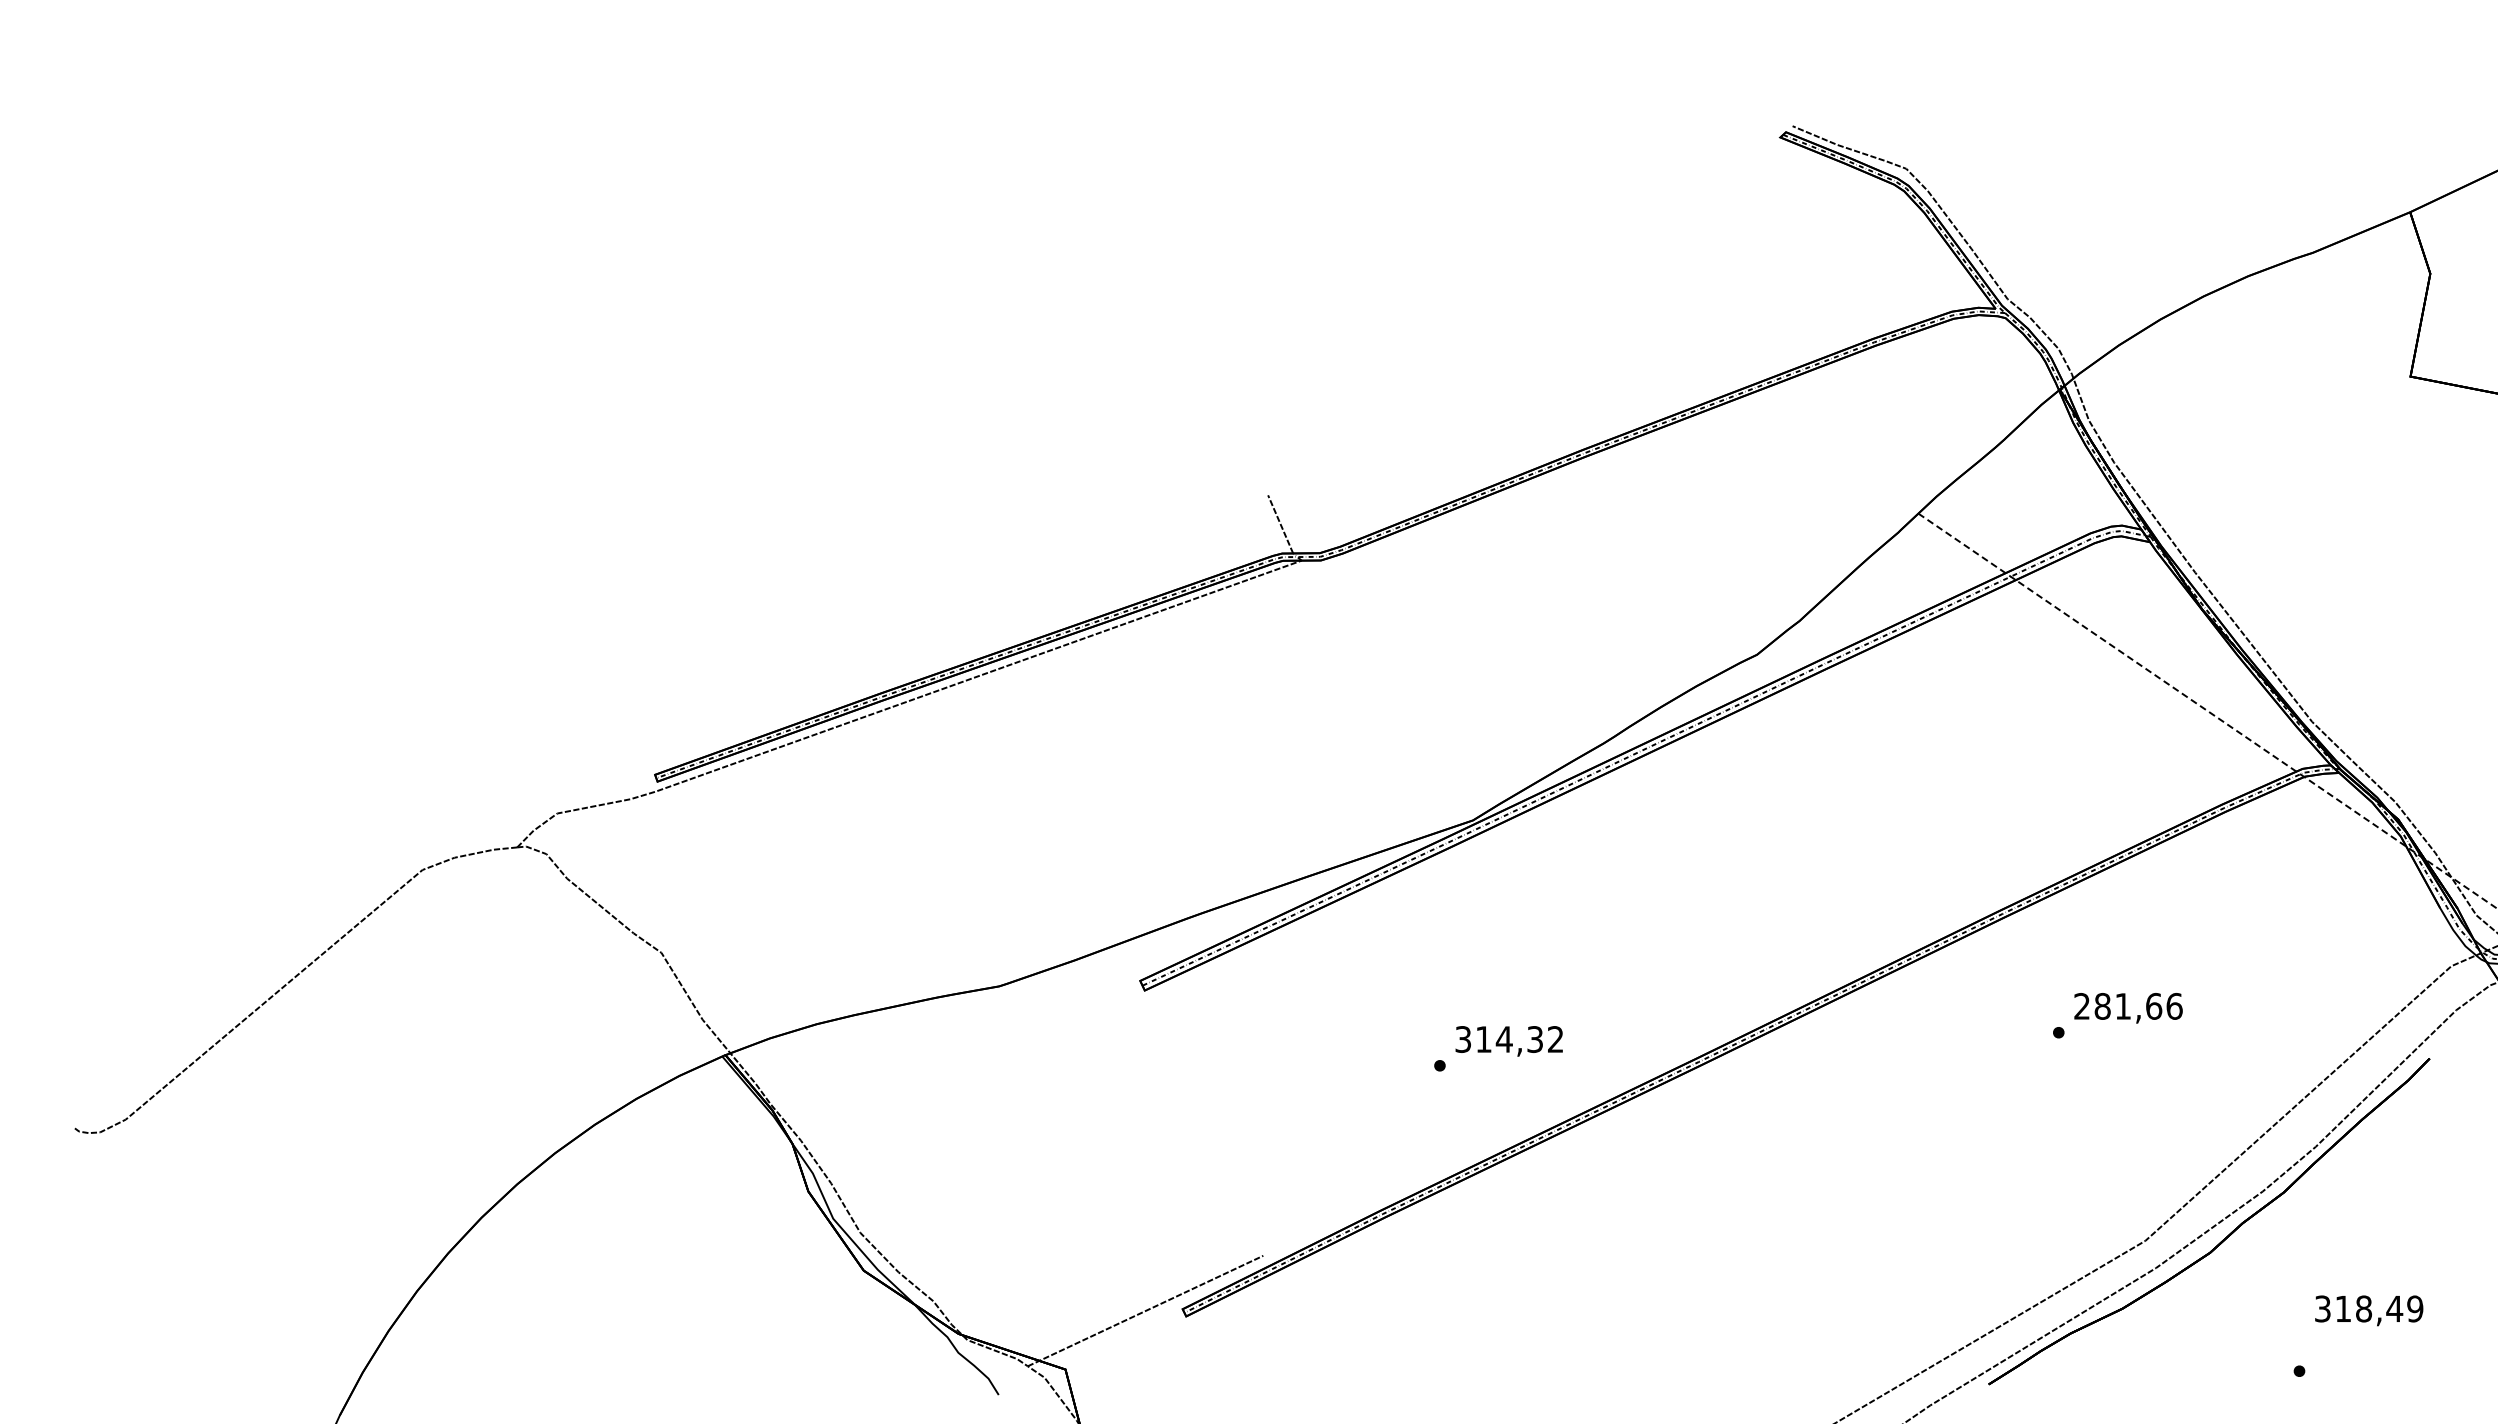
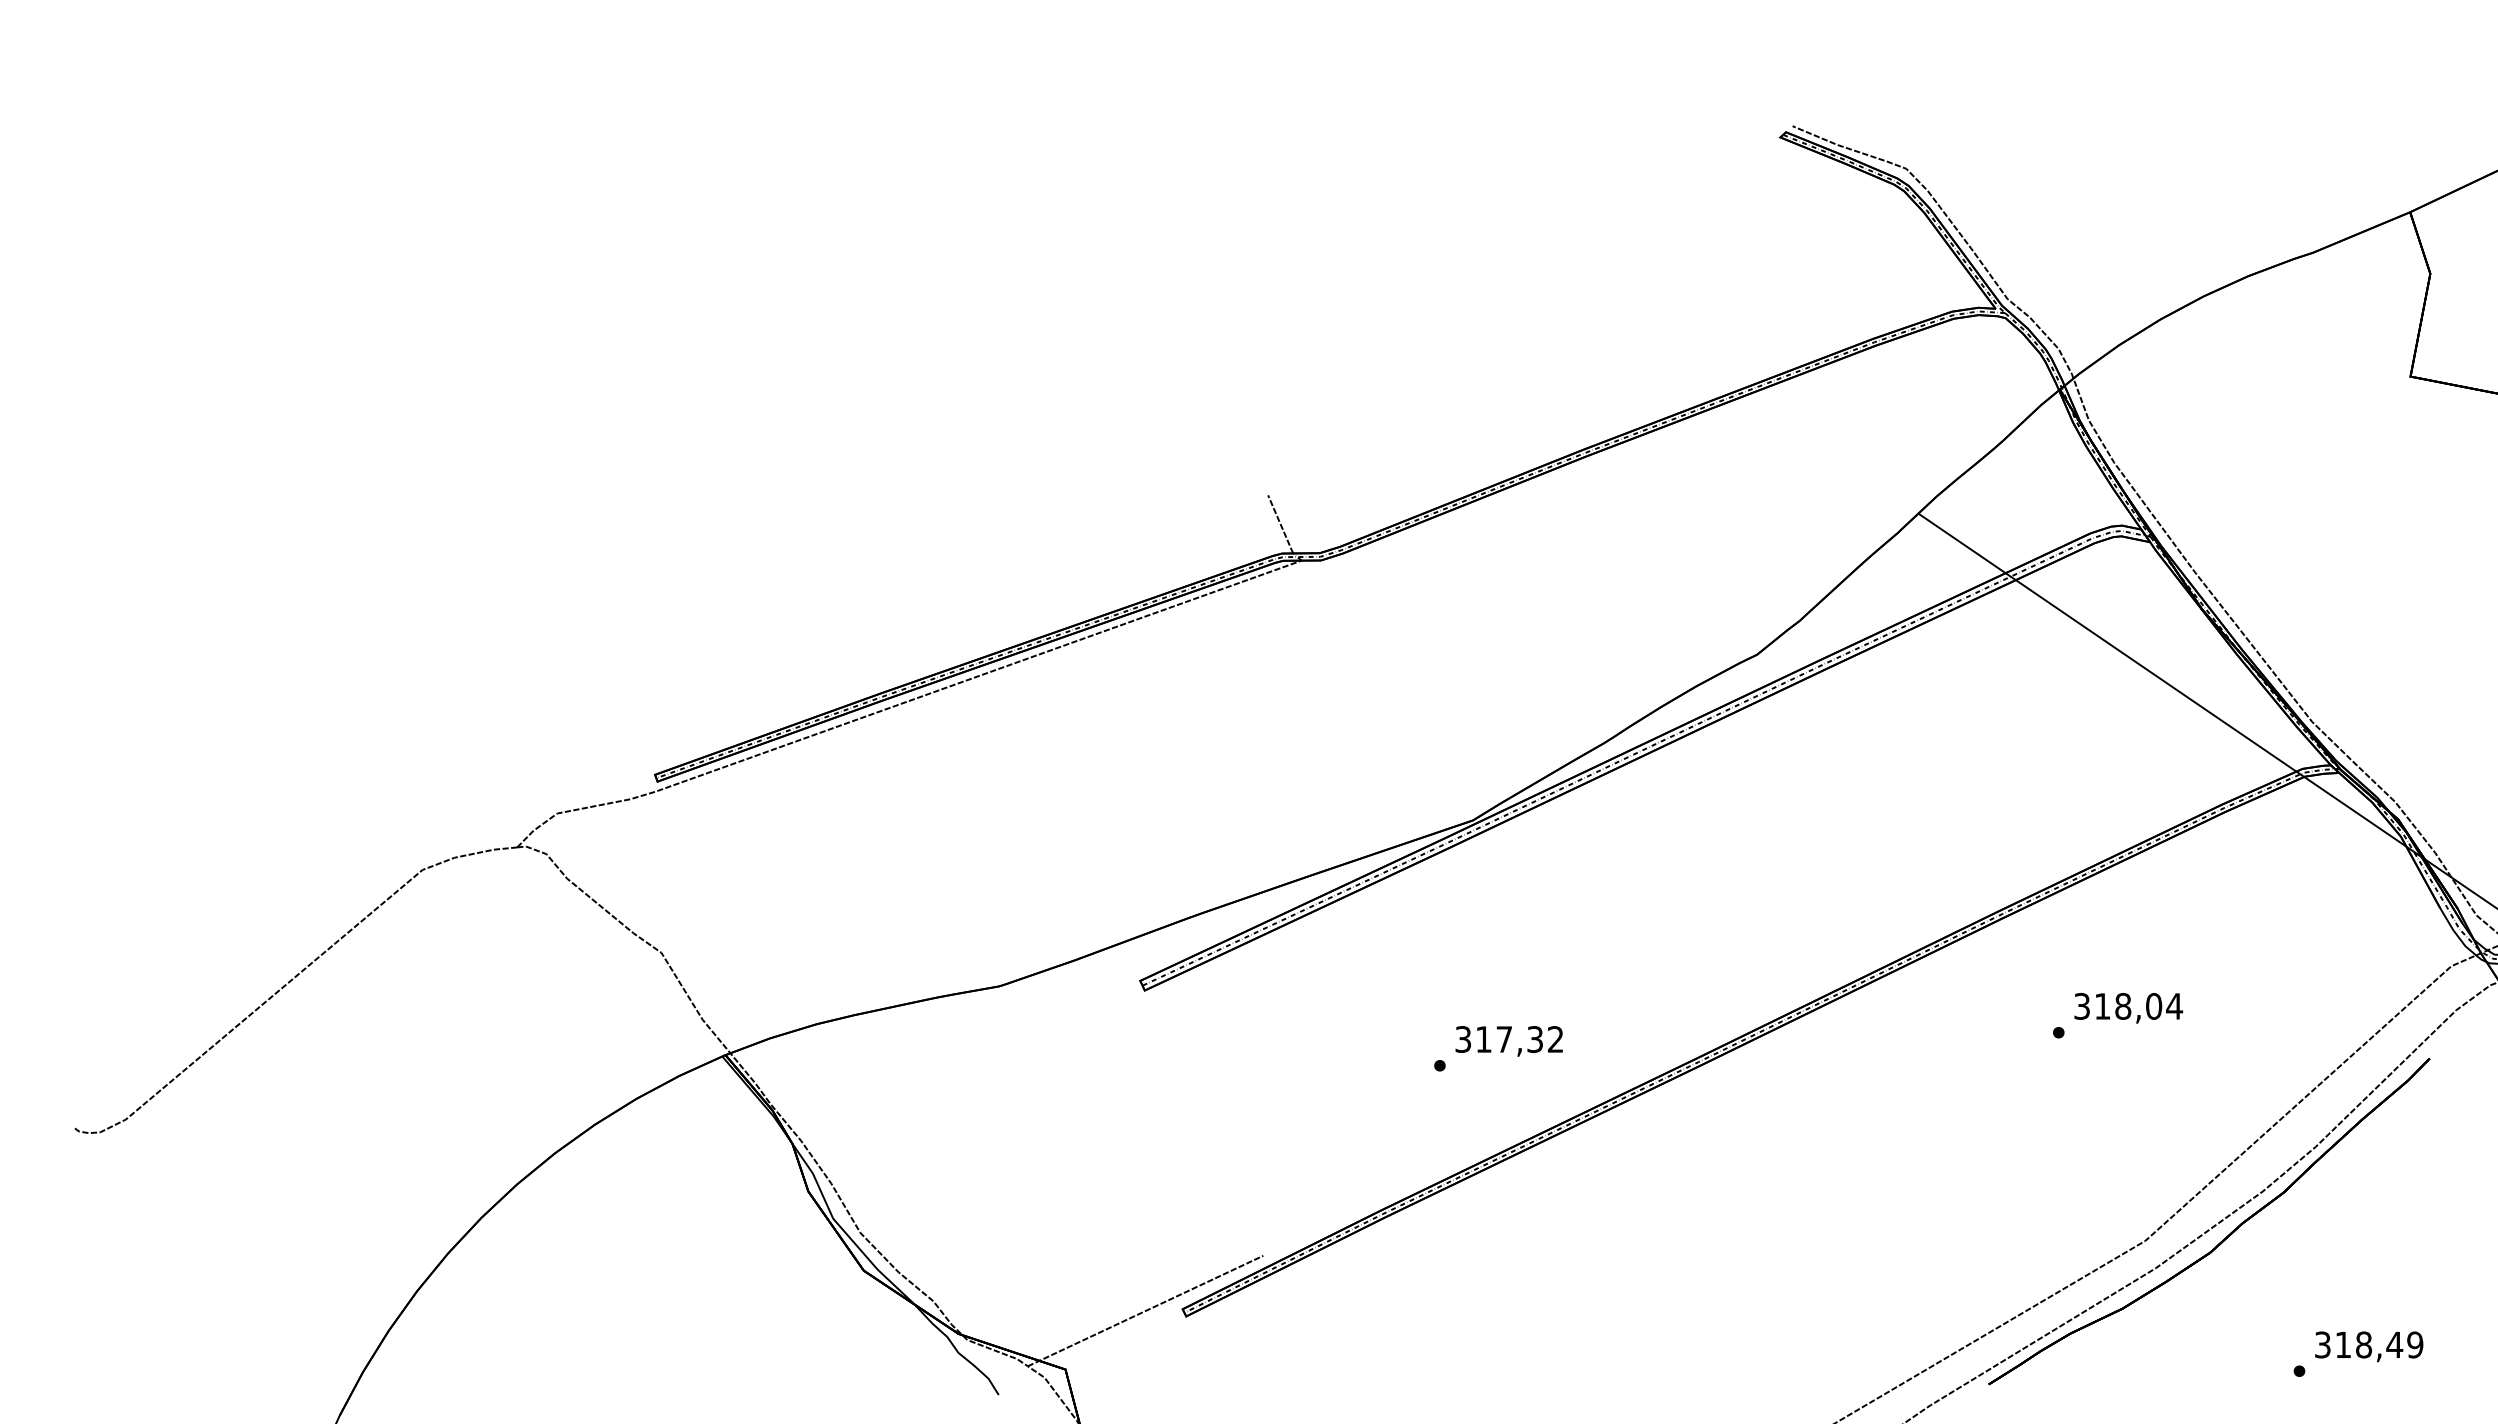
line at (2208, 711): dashed -> solid
text at (2128, 1005): 281,66 -> 318,04
text at (1503, 1039): 314,32 -> 317,32
text at (2369, 1310) position: (2369, 1310) -> (2369, 1346)
